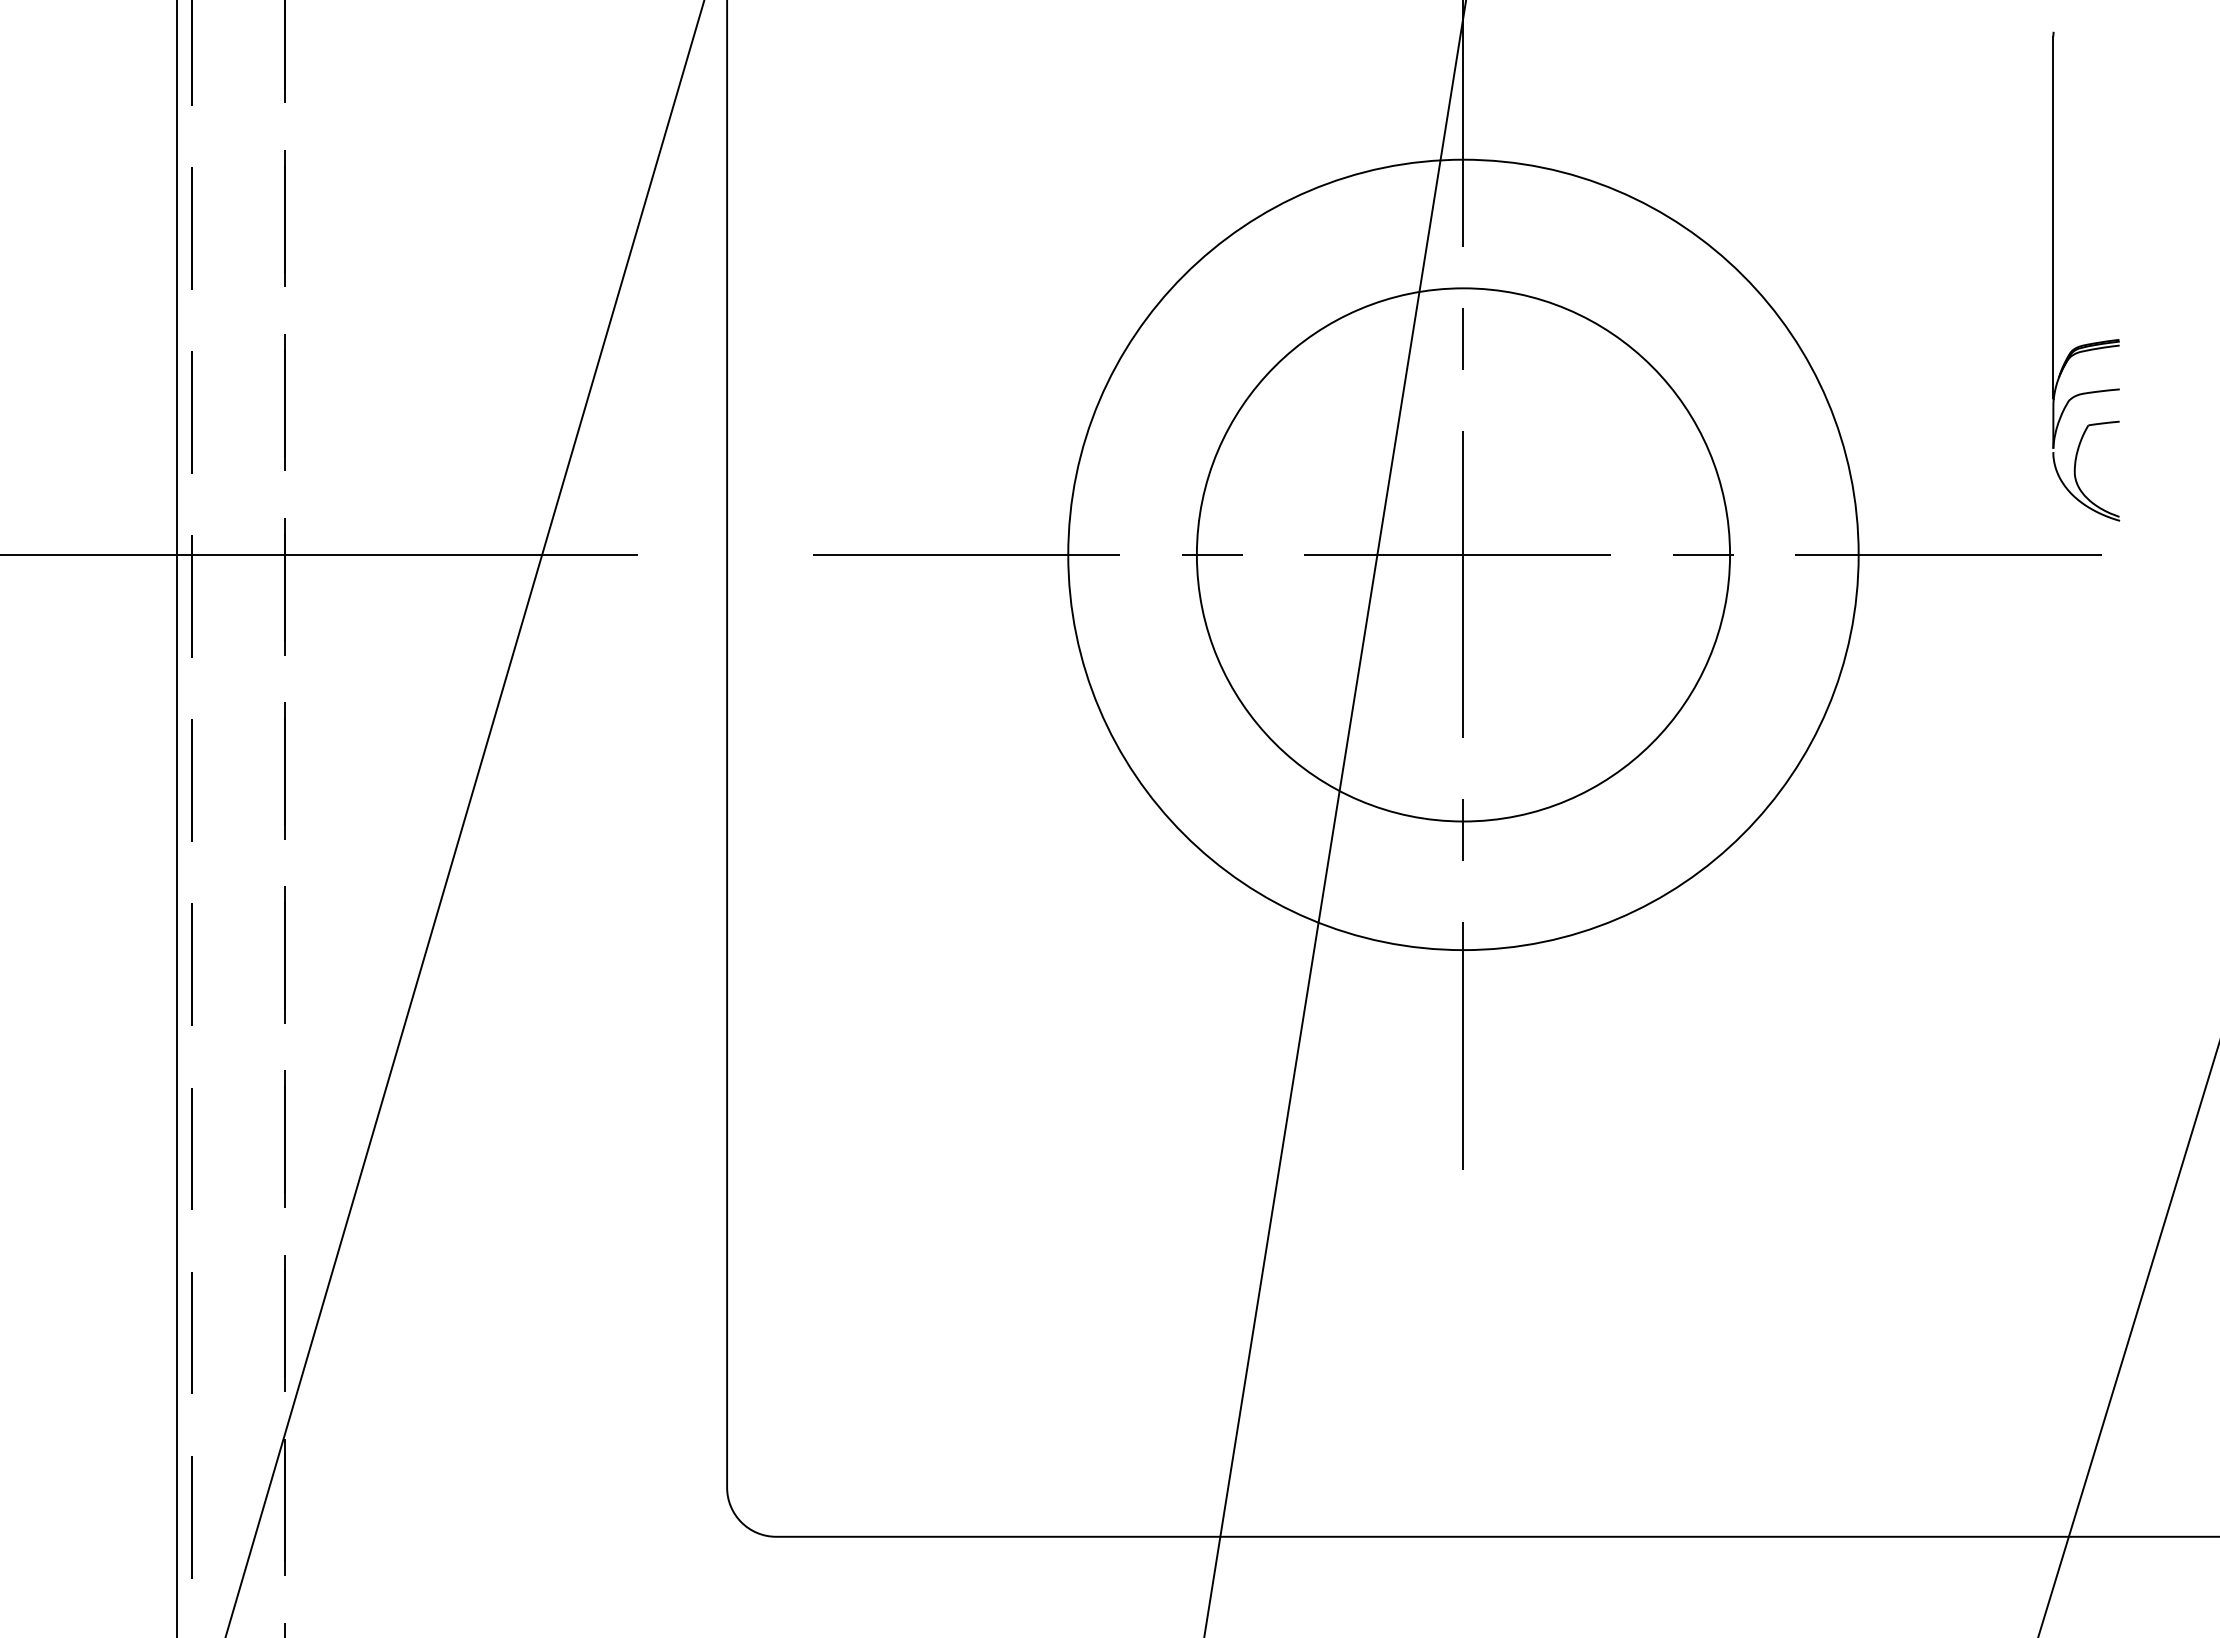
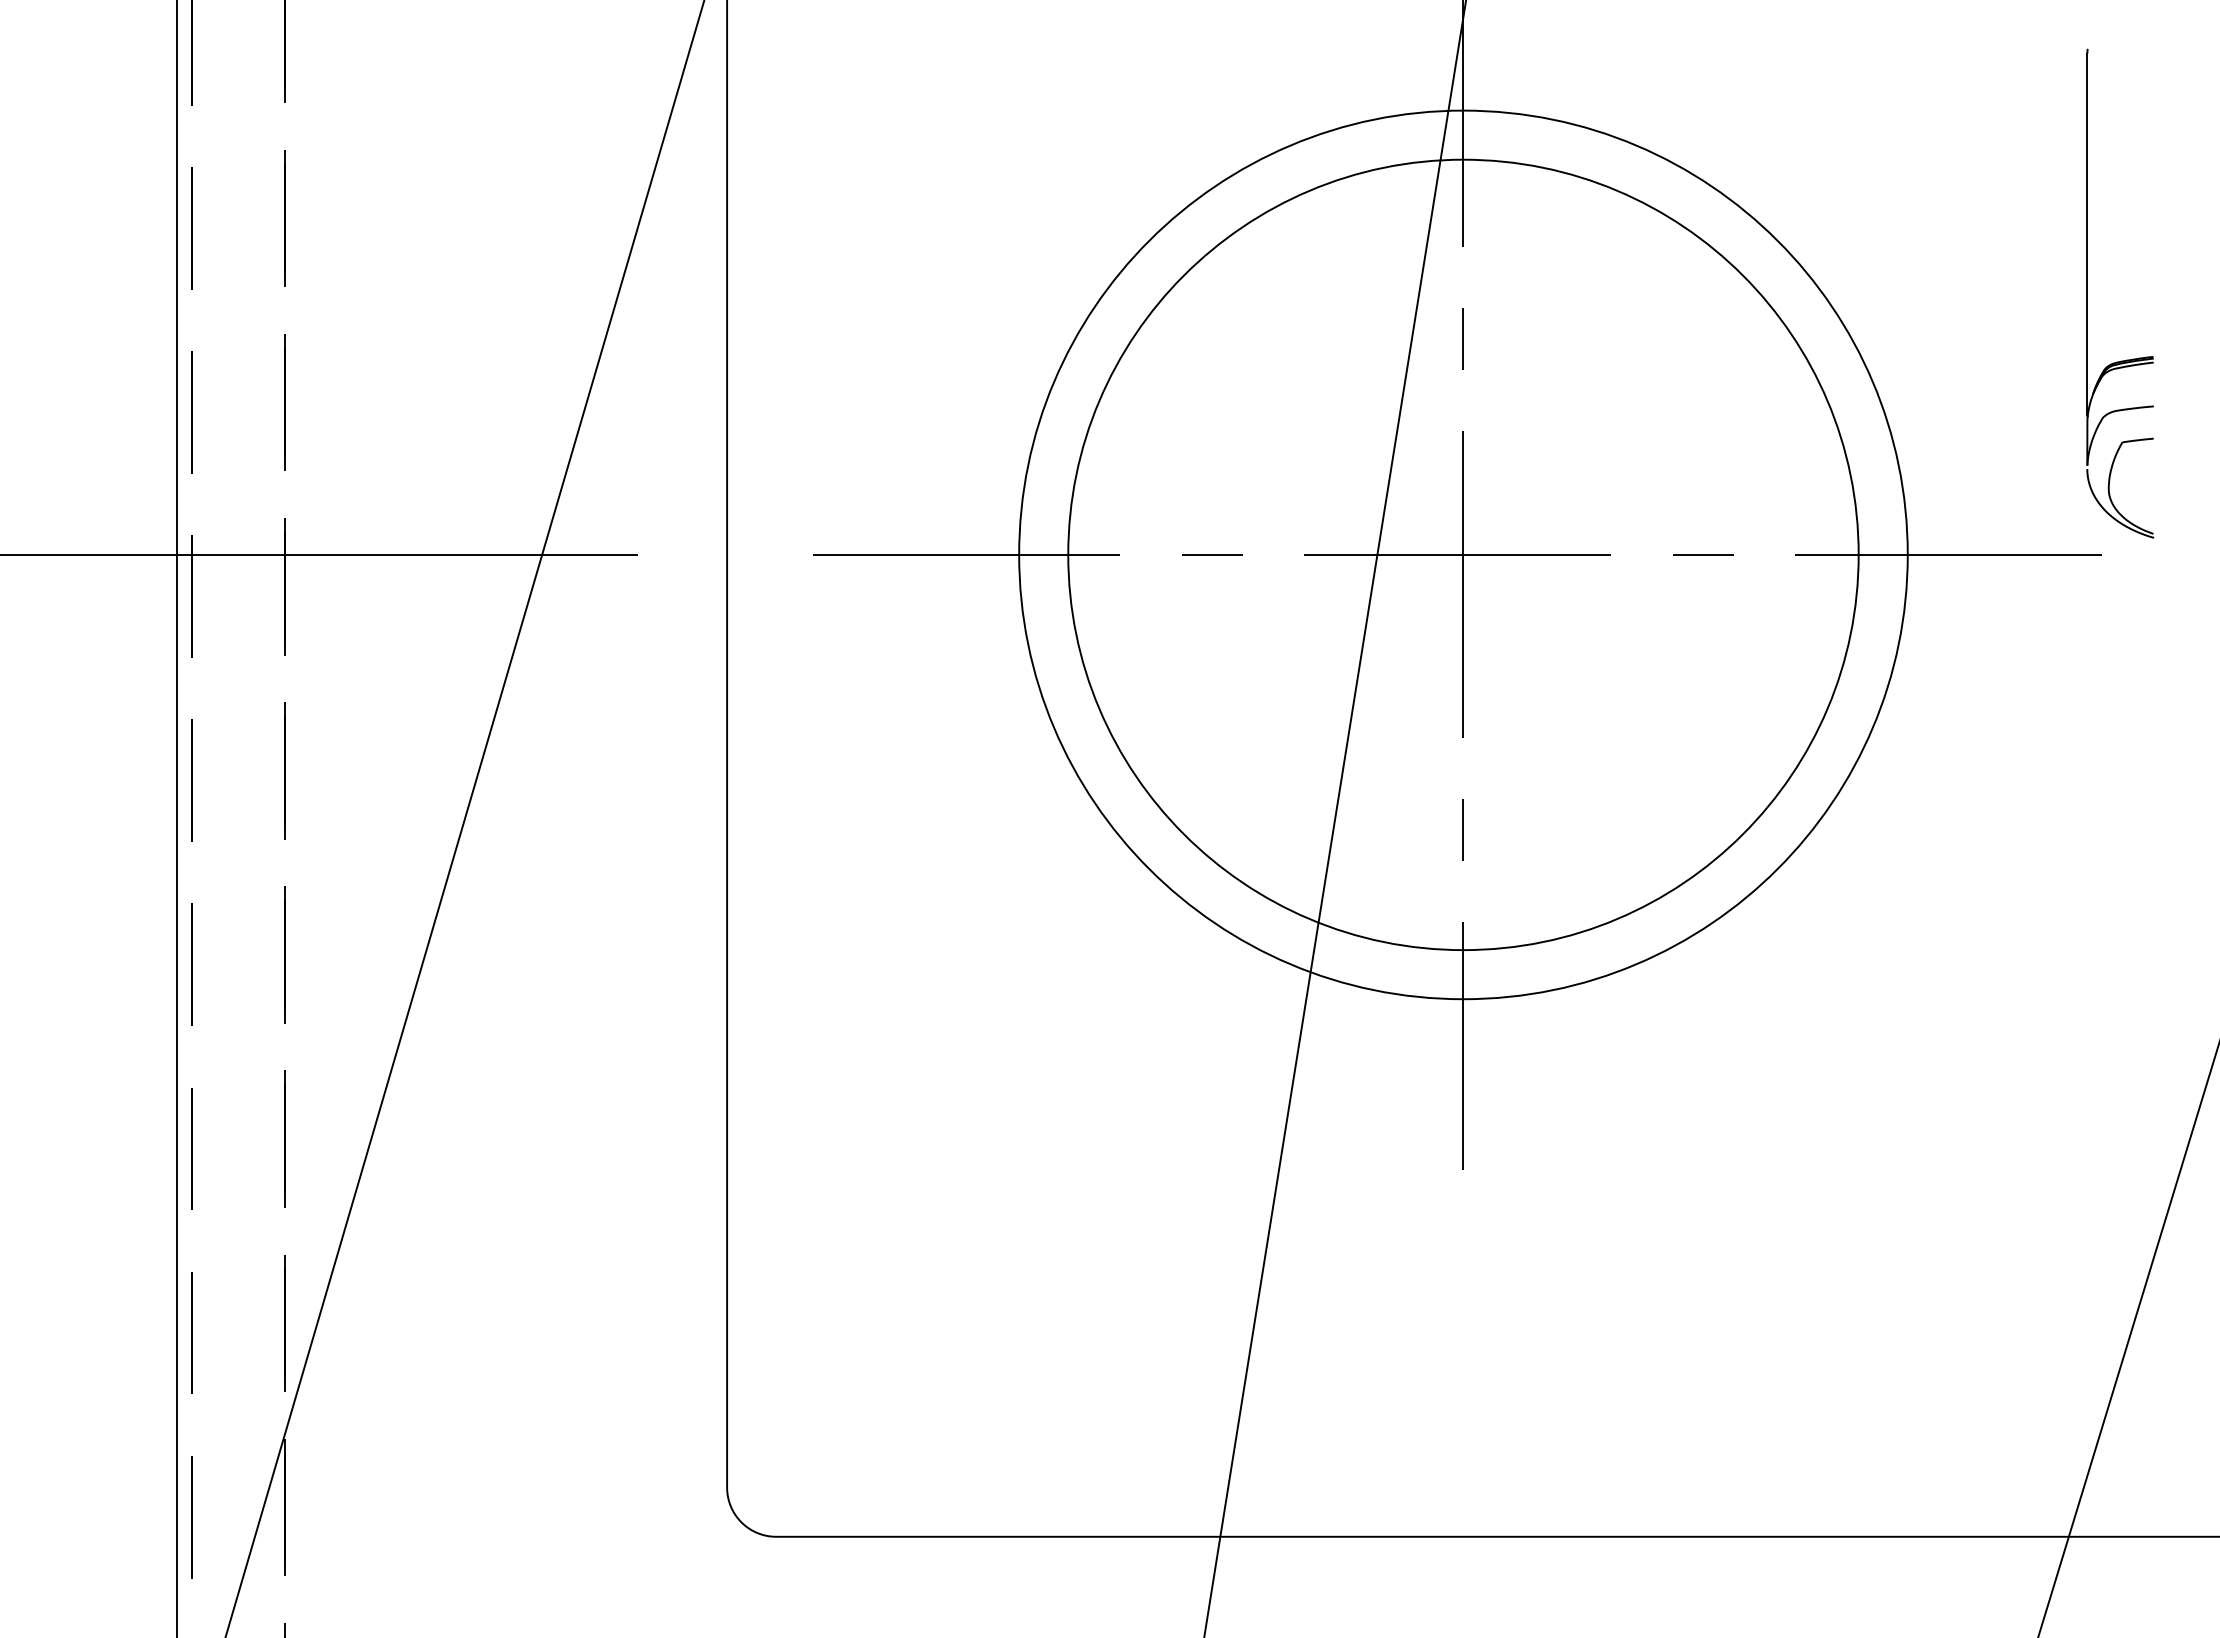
part at (2053, 276) position: (2053, 276) -> (2087, 293)
circle at (1463, 554) diameter: 533 px -> 889 px
